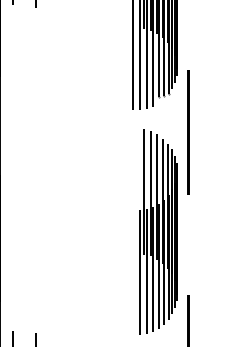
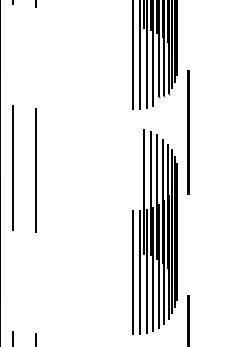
line at (12, 167): none -> present
line at (36, 170): none -> present
line at (133, 272): none -> present
